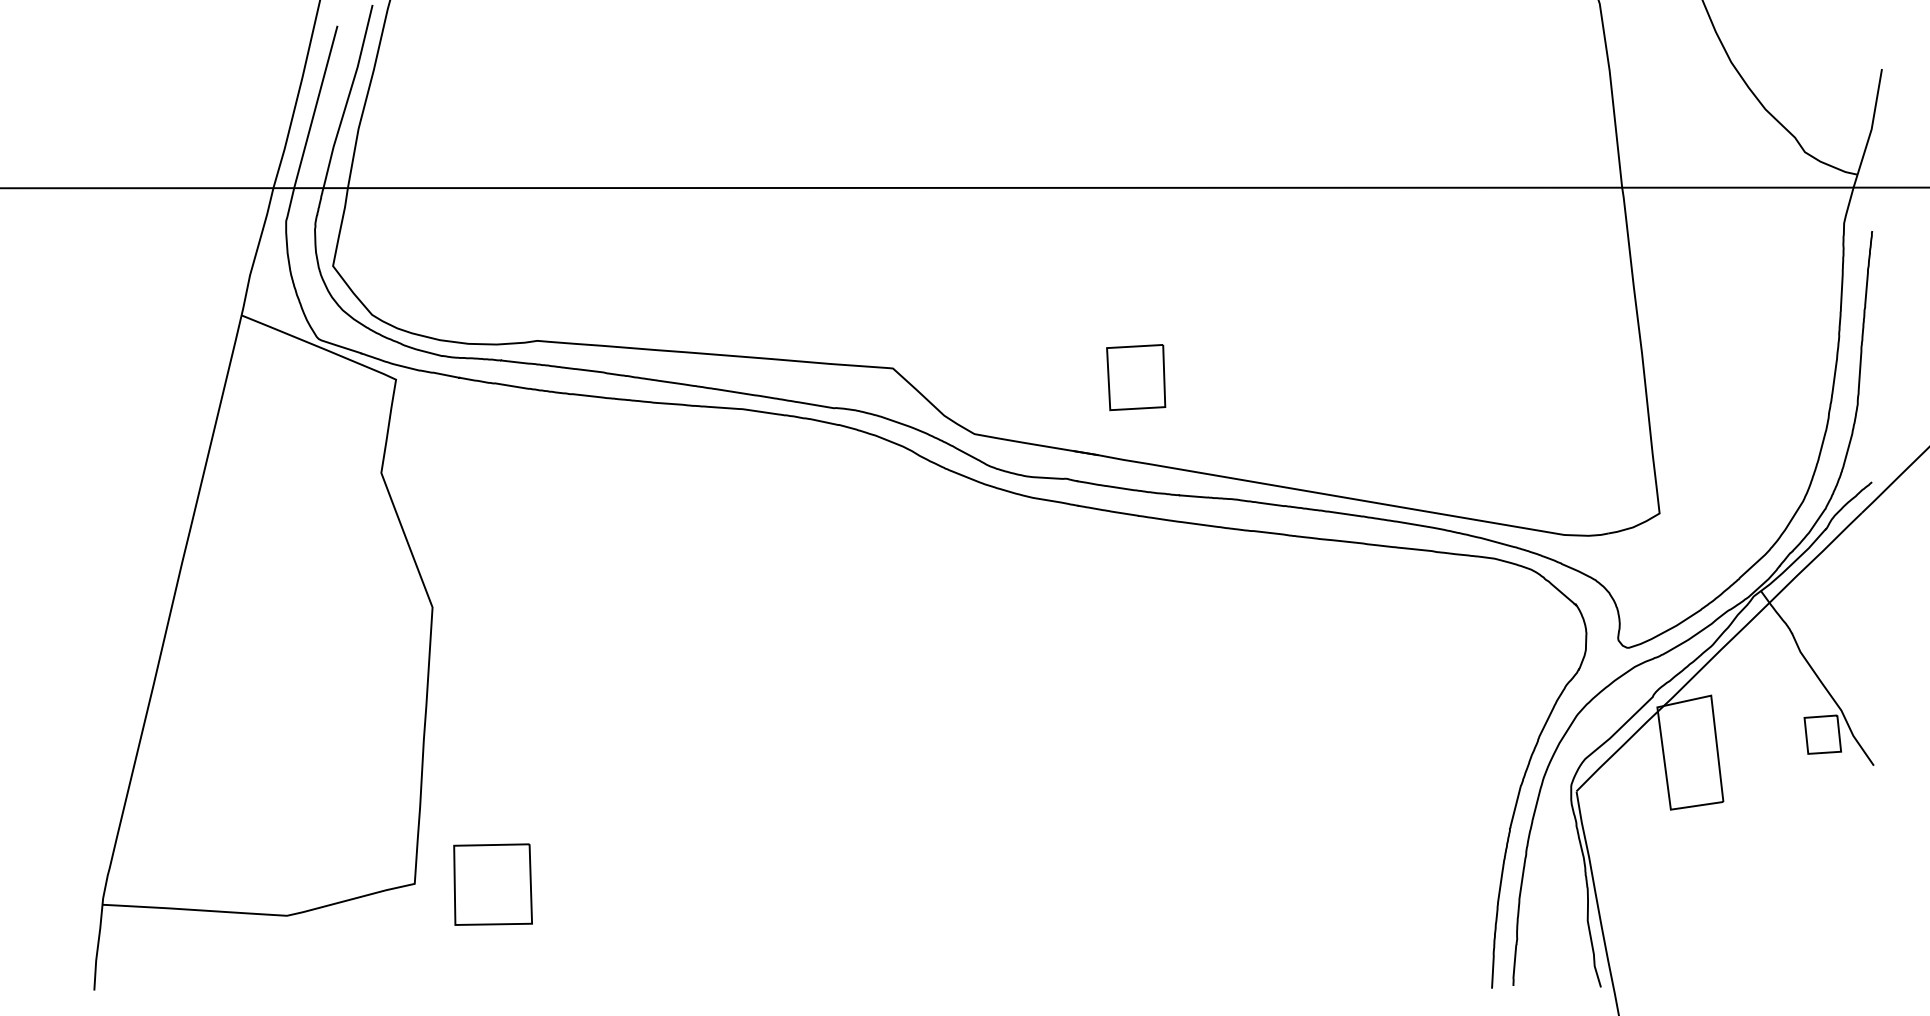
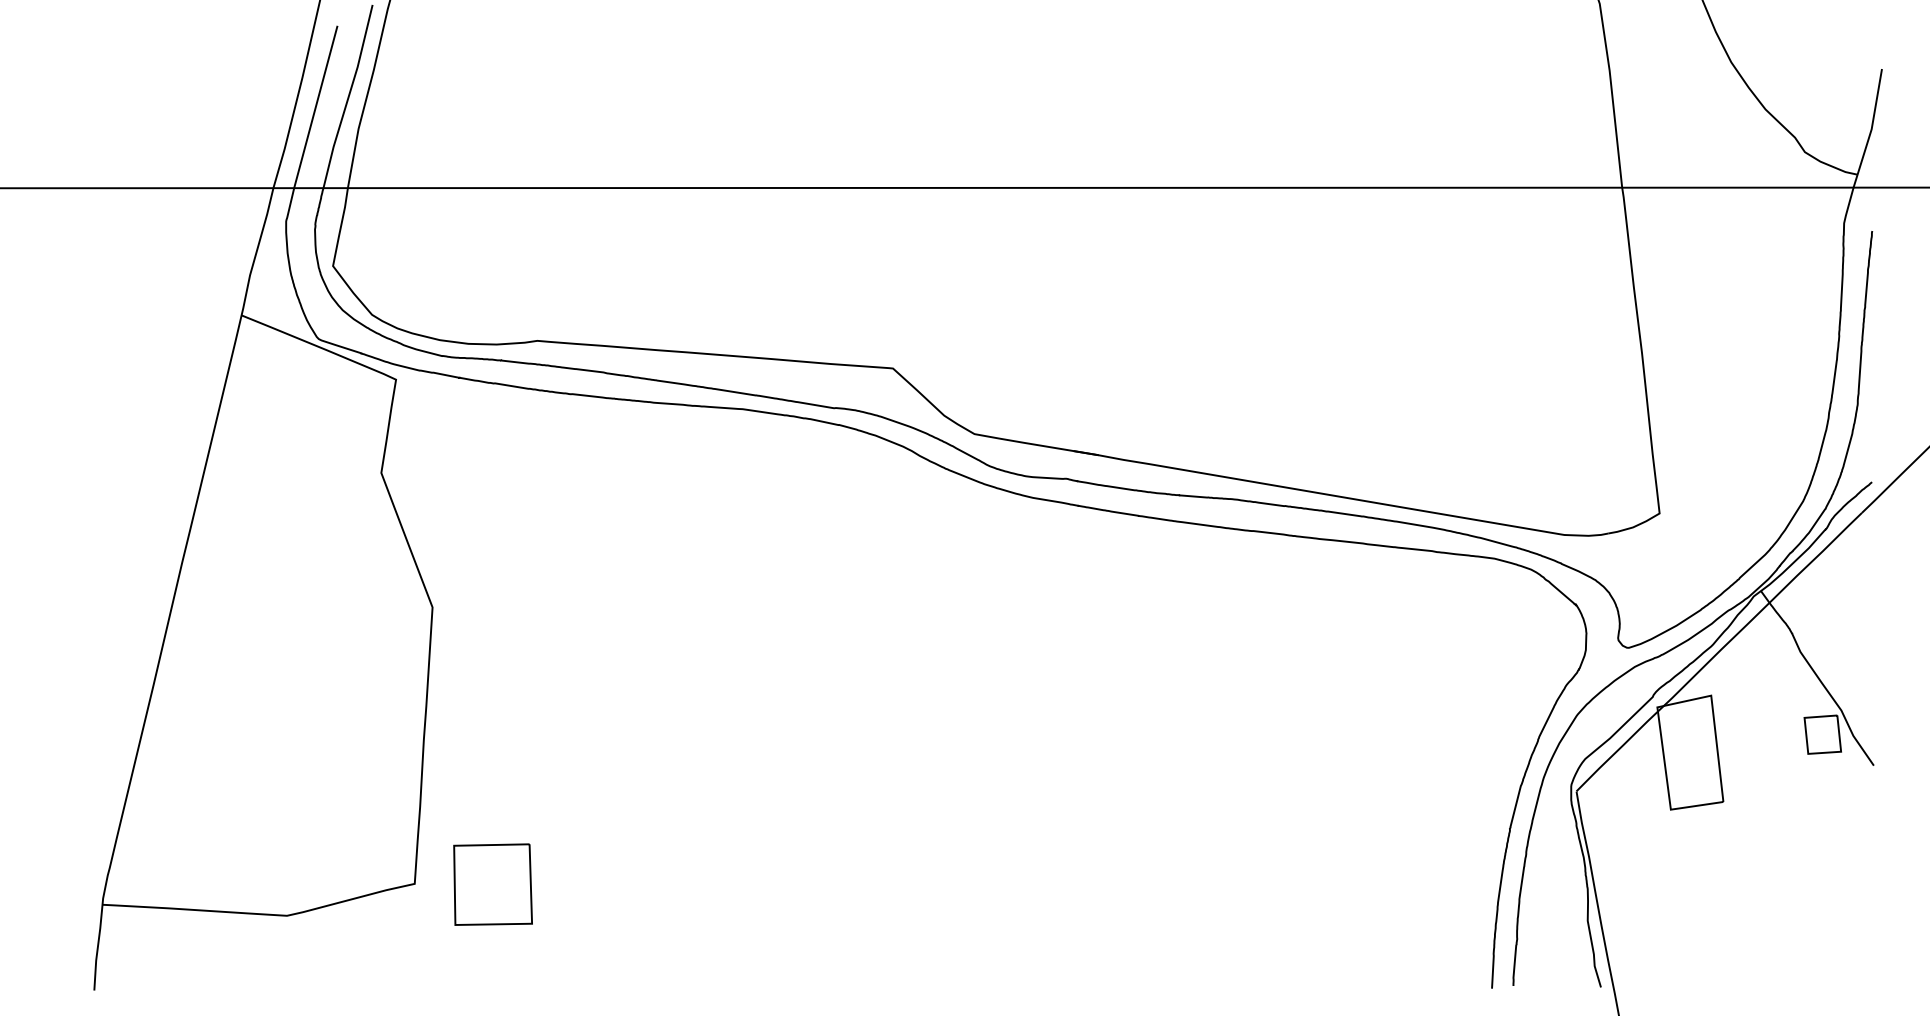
part at (1136, 377): present -> none
